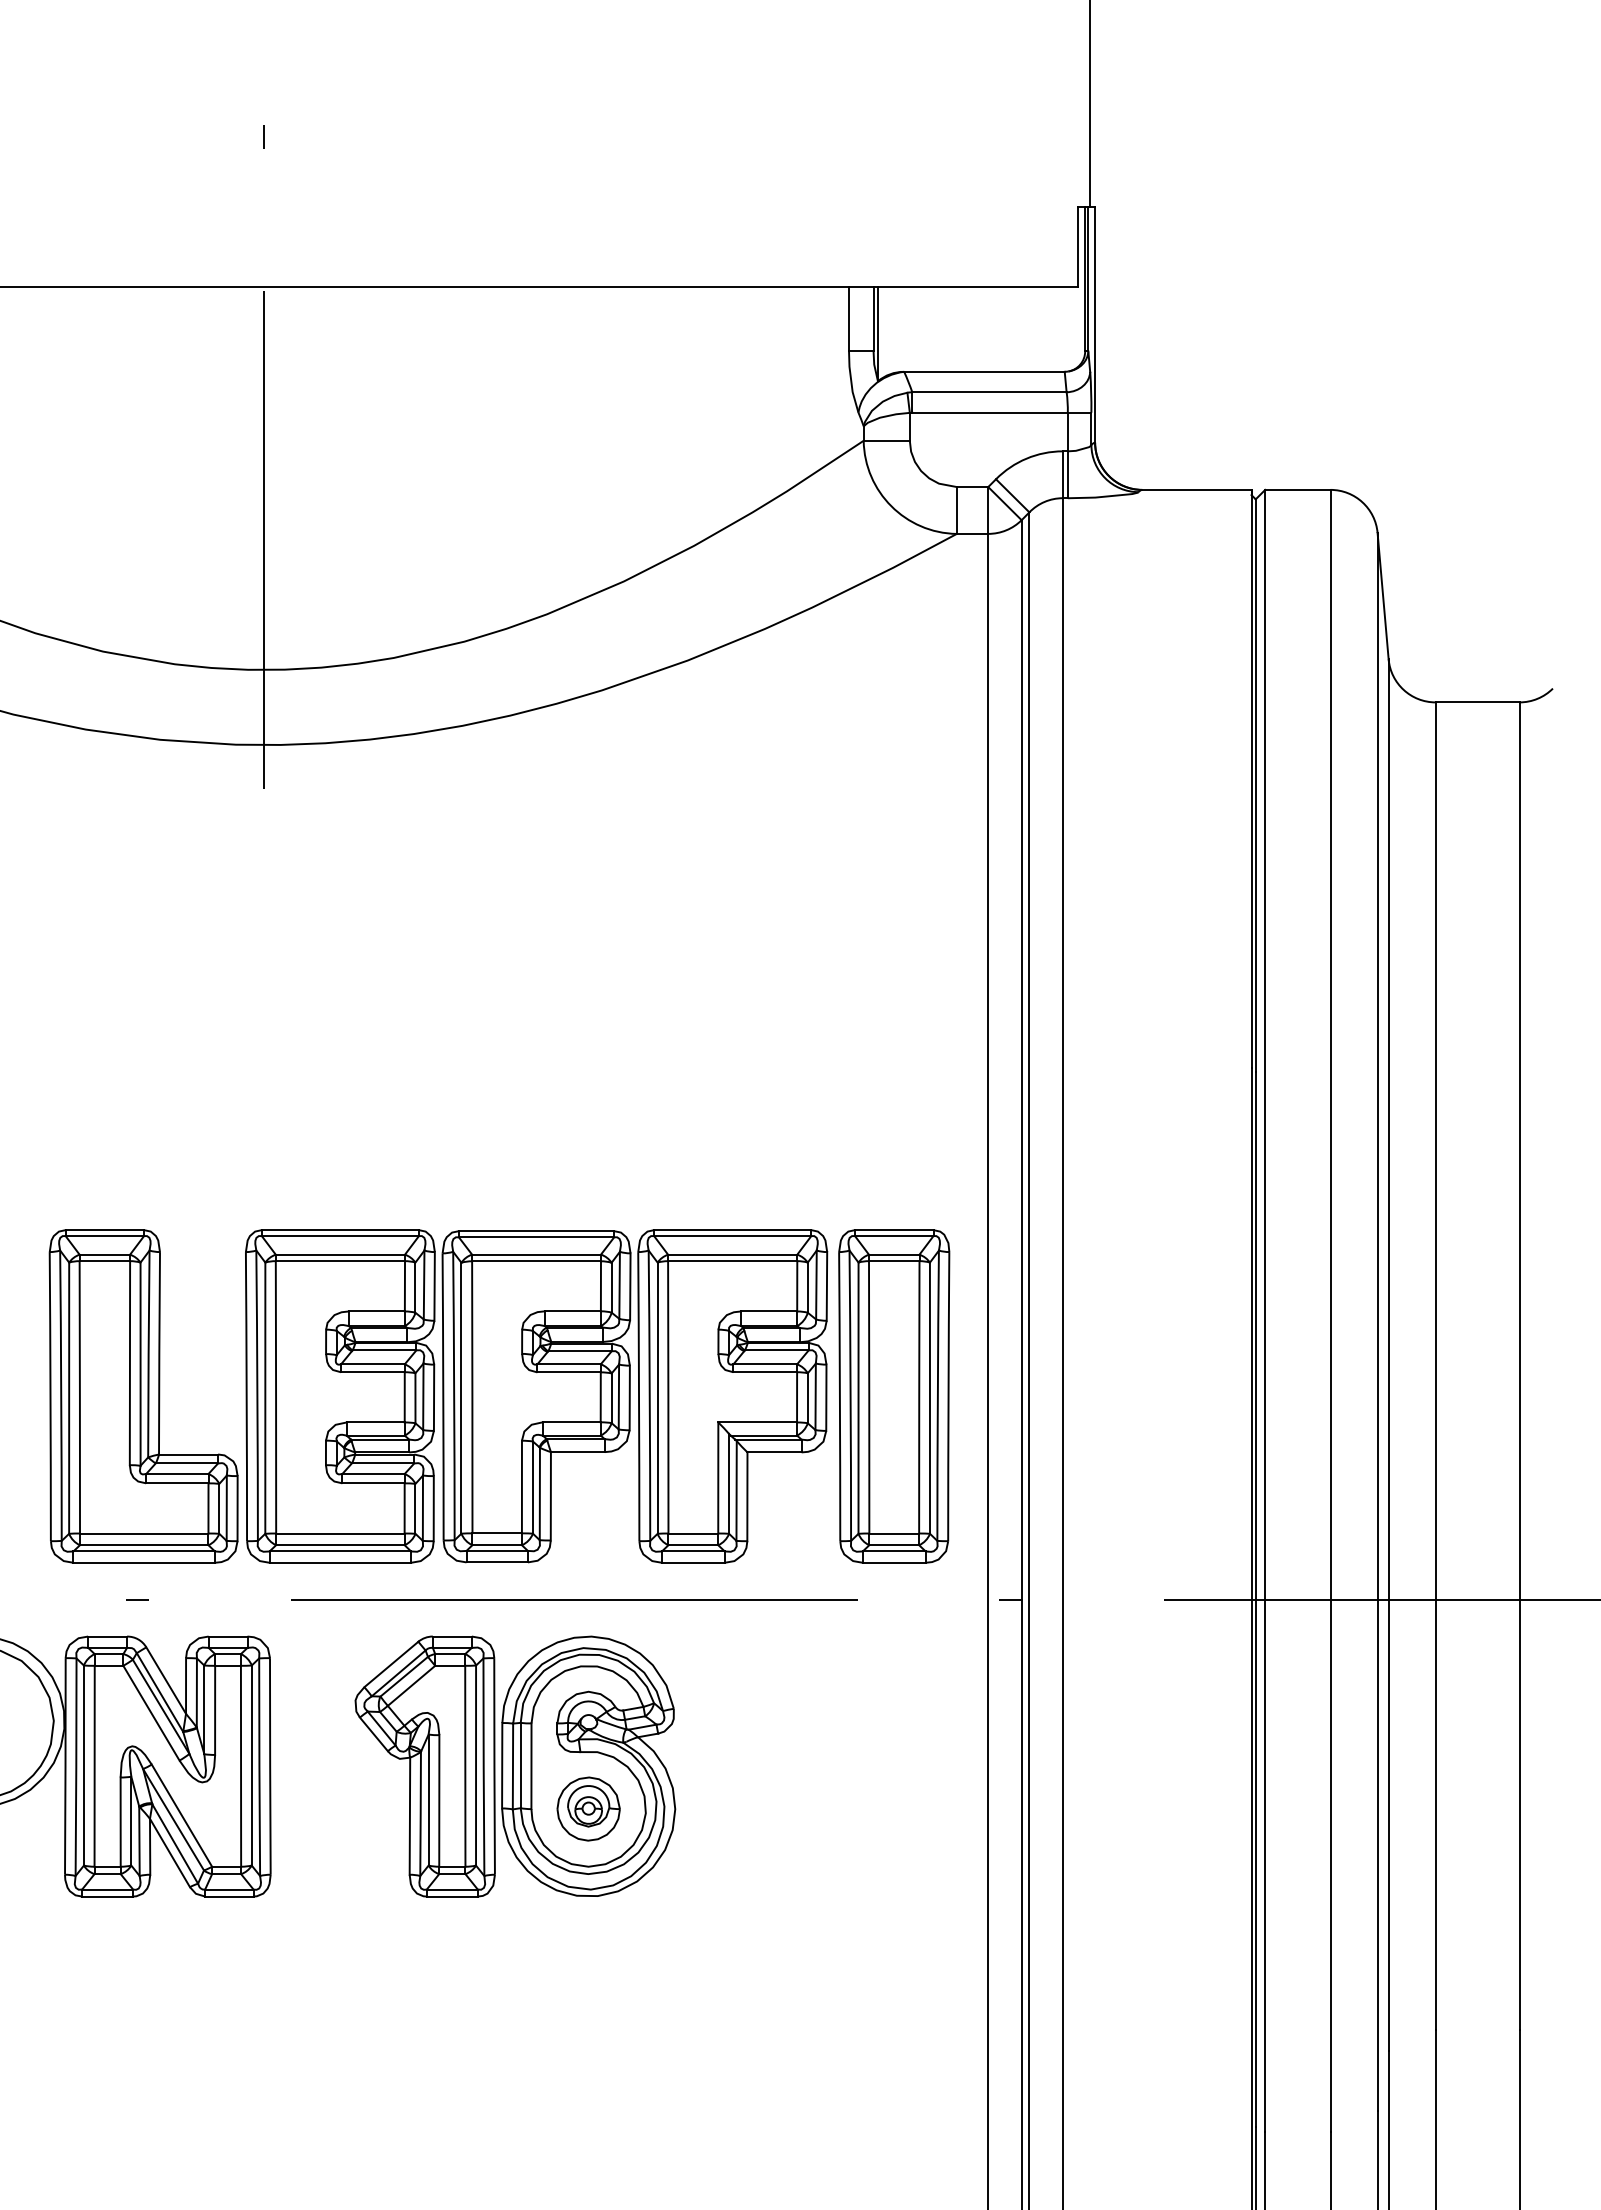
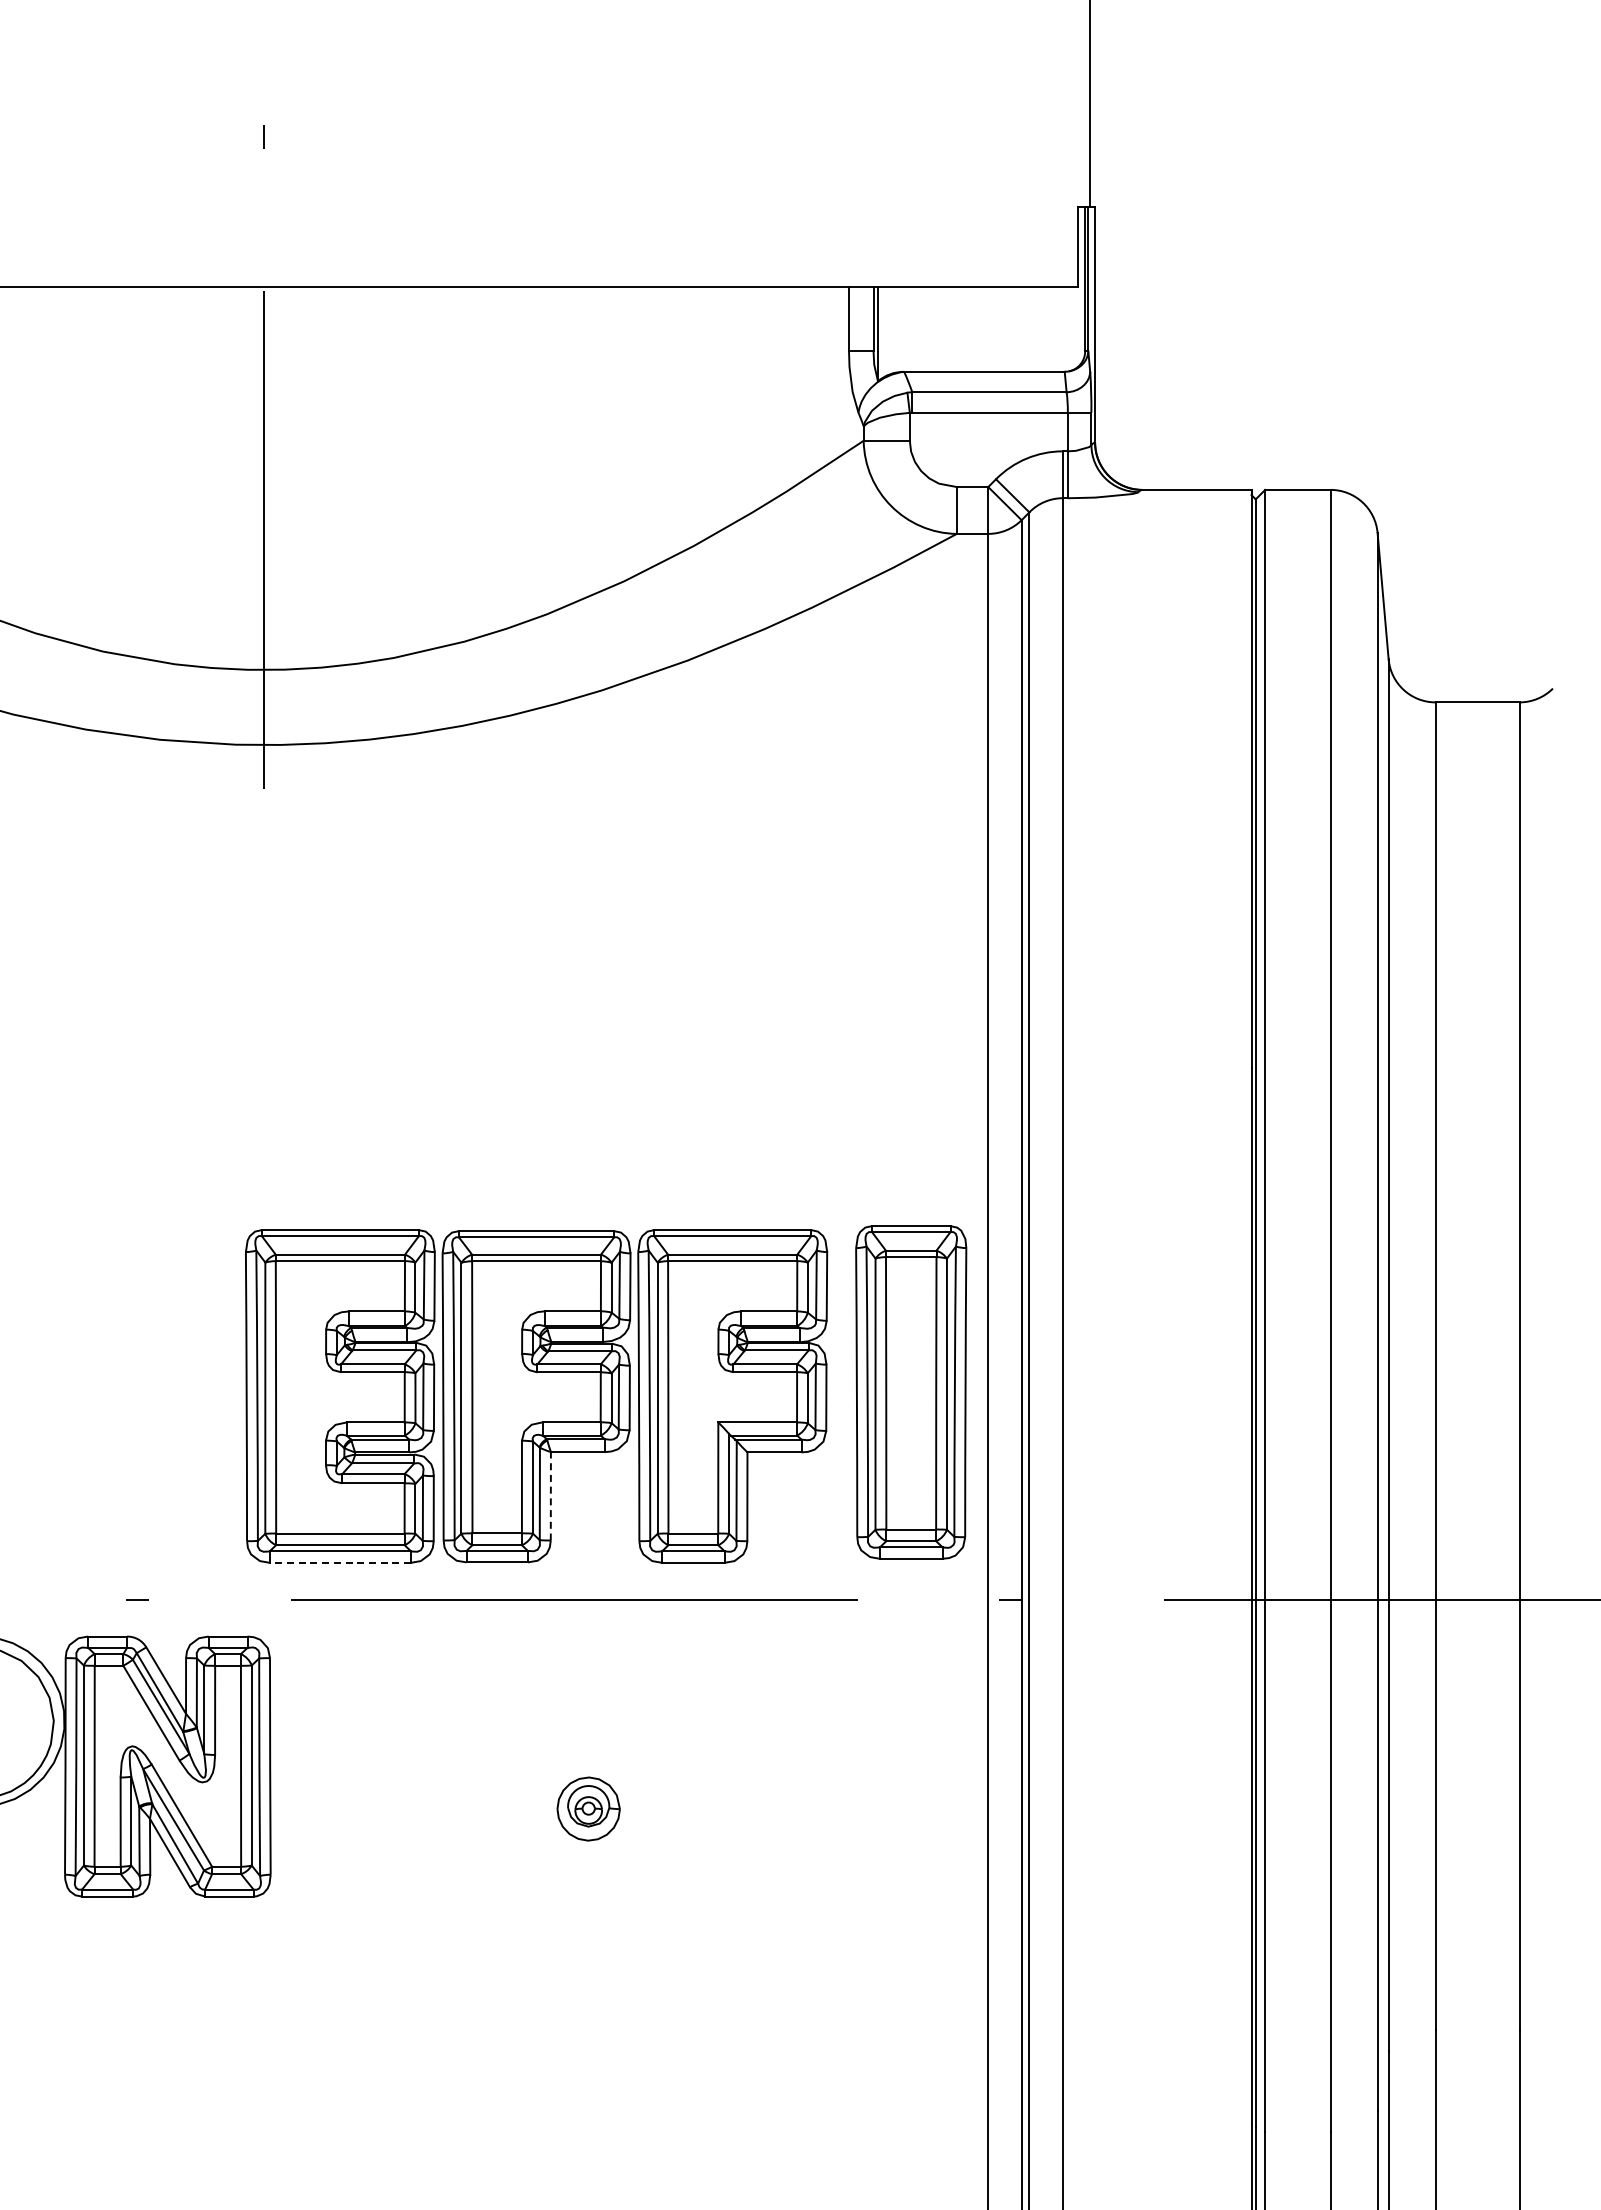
part at (143, 1396): present -> none
part at (894, 1396) position: (894, 1396) -> (911, 1392)
line at (550, 1495): solid -> dashed
line at (340, 1562): solid -> dashed
part at (515, 1766): present -> none
